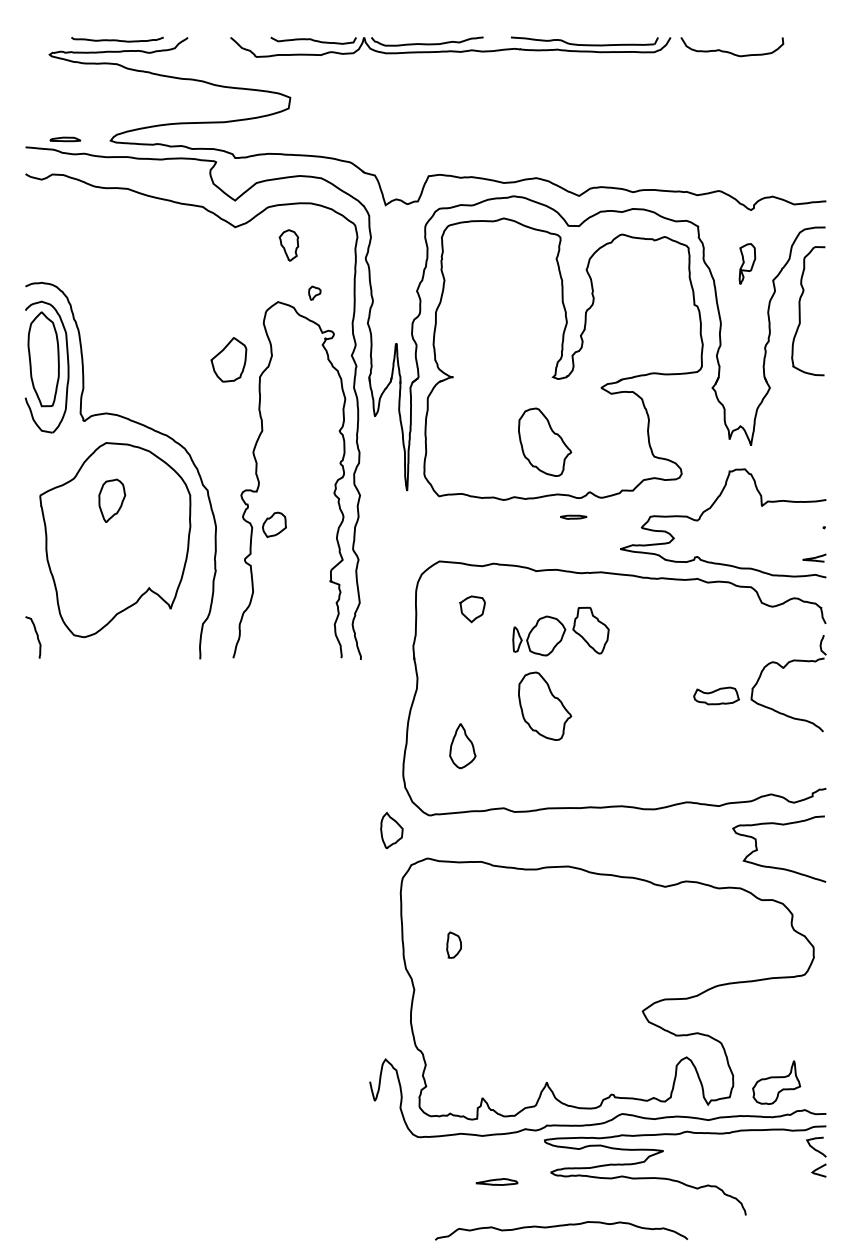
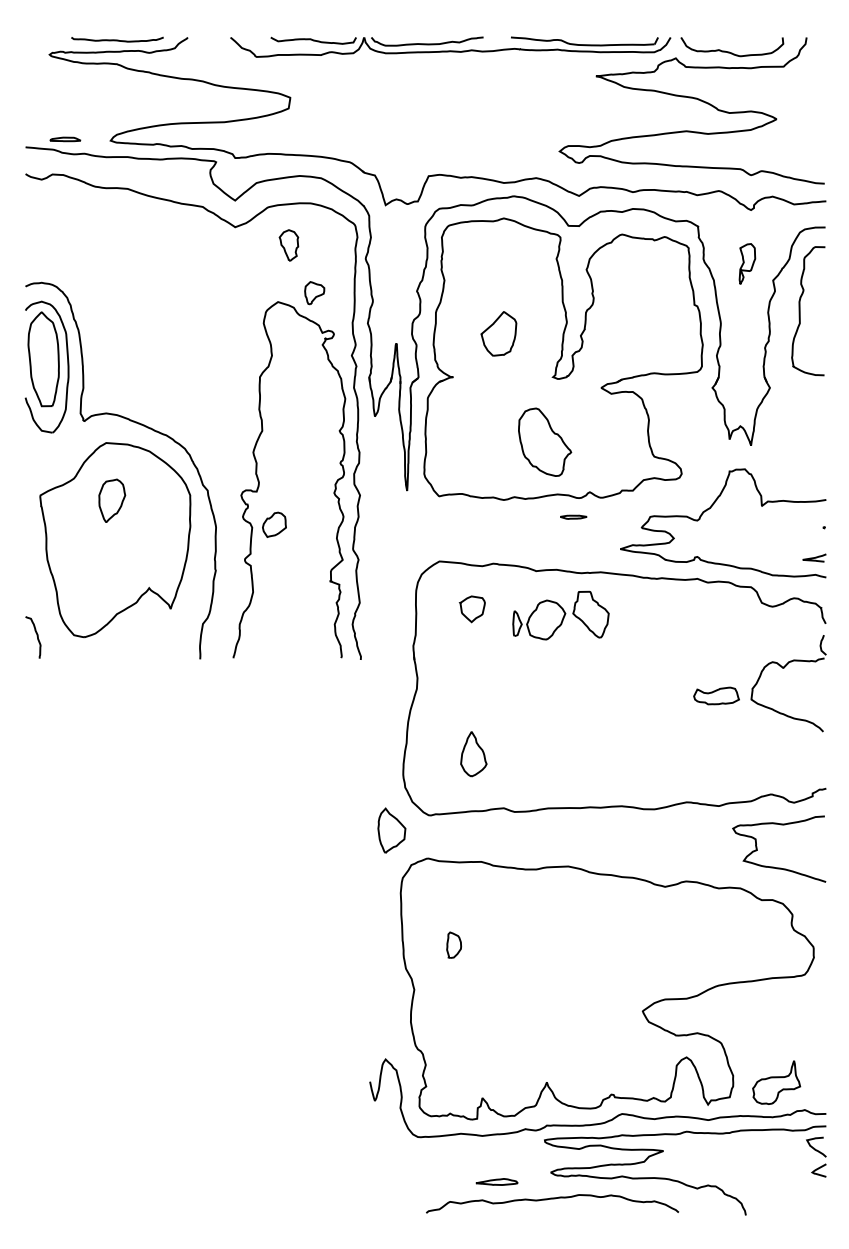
curve at (694, 99): none -> present
part at (314, 292) size: 14x16 px -> 22x25 px
part at (228, 359) position: (228, 359) -> (498, 333)
part at (560, 631) position: (560, 631) -> (560, 615)
part at (545, 705): present -> none
part at (462, 746) position: (462, 746) -> (473, 754)
part at (391, 830) size: 24x37 px -> 30x47 px
curve at (561, 1226) position: (561, 1226) -> (552, 1199)
